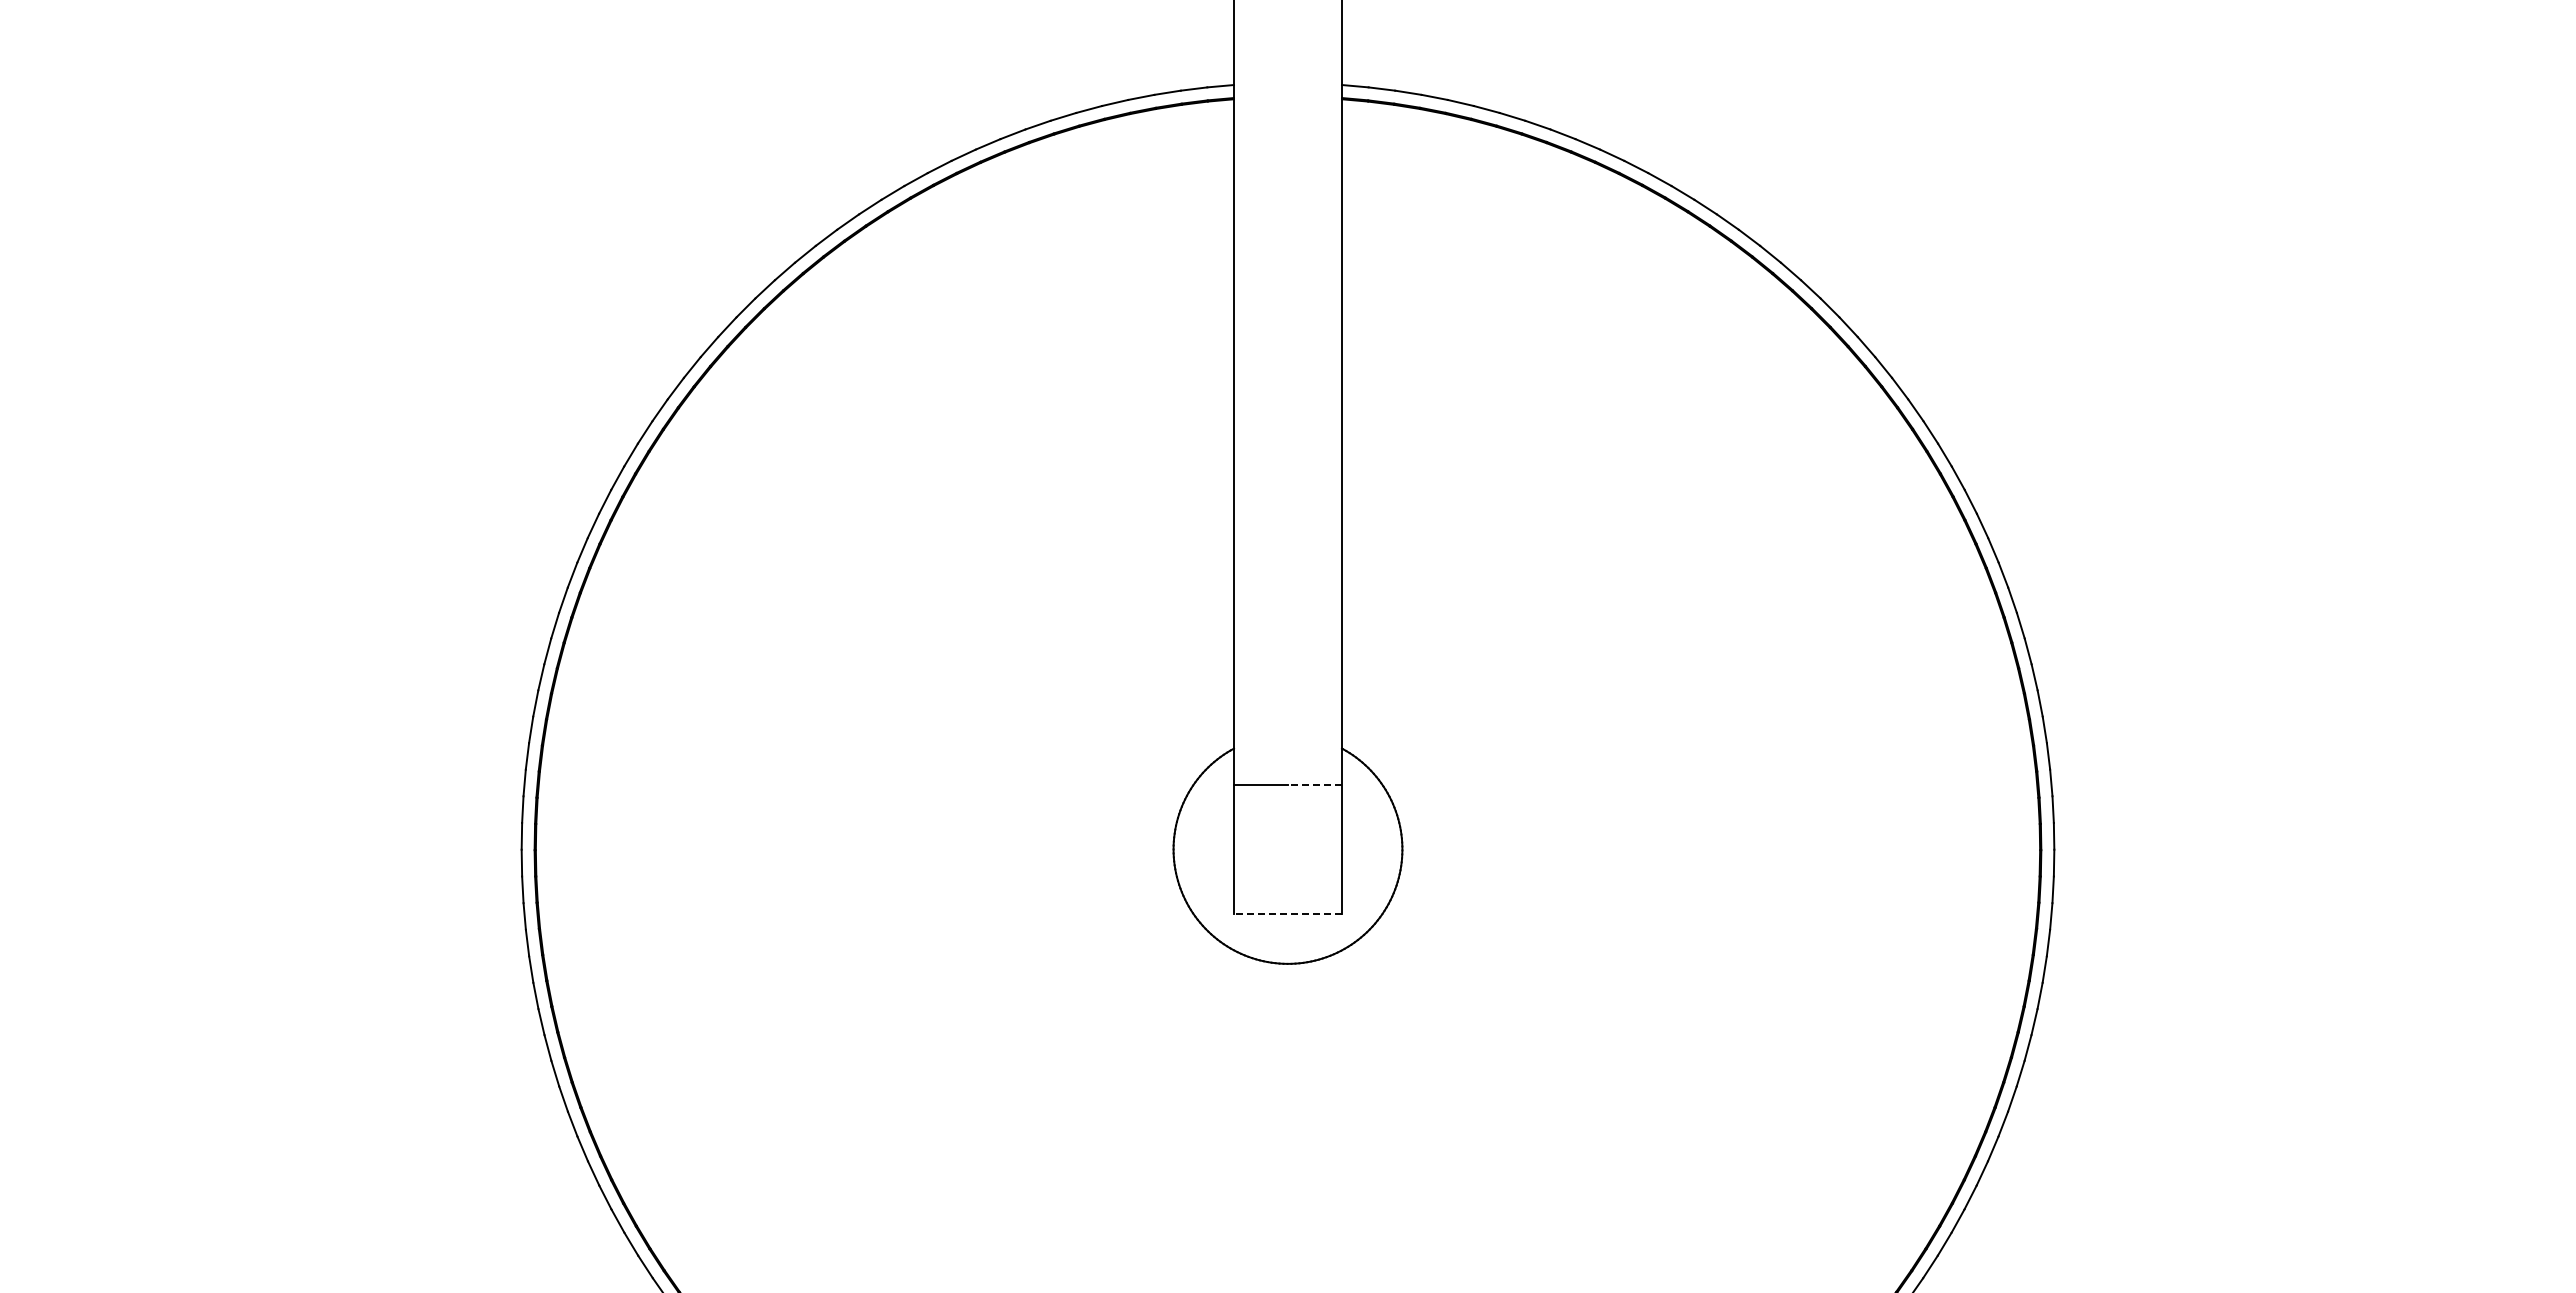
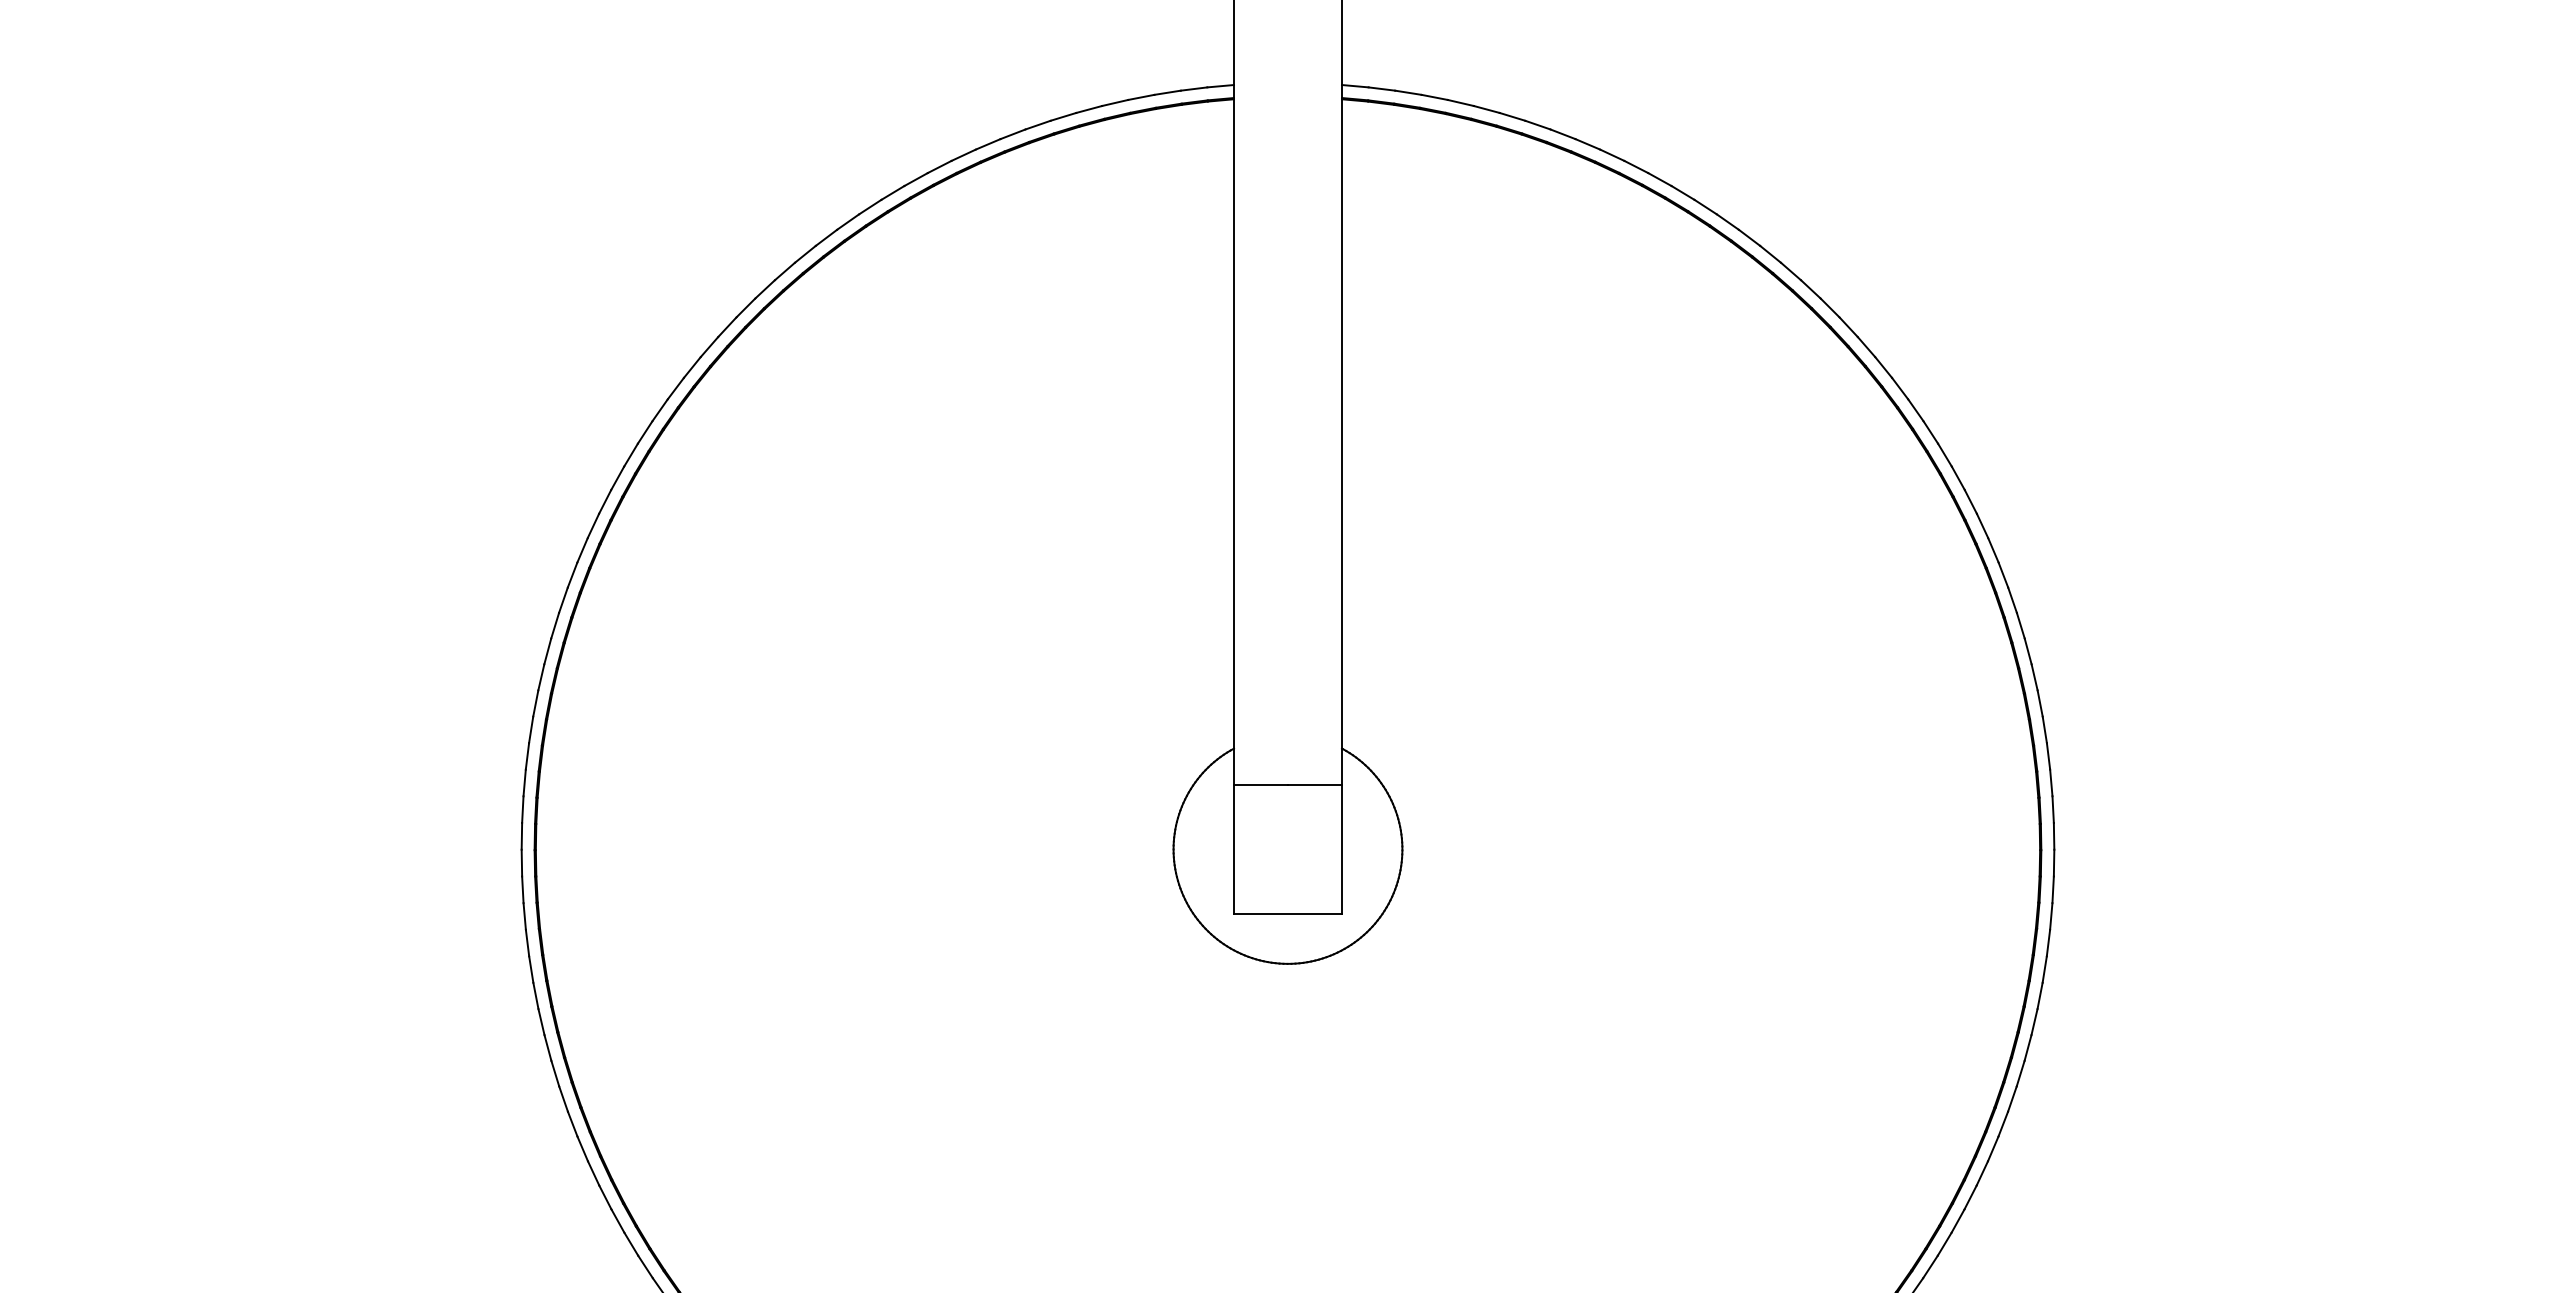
line at (1315, 784): dashed -> solid
line at (1287, 914): dashed -> solid
